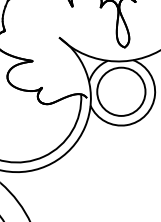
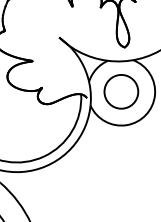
circle at (121, 91) diameter: 48 px -> 34 px
